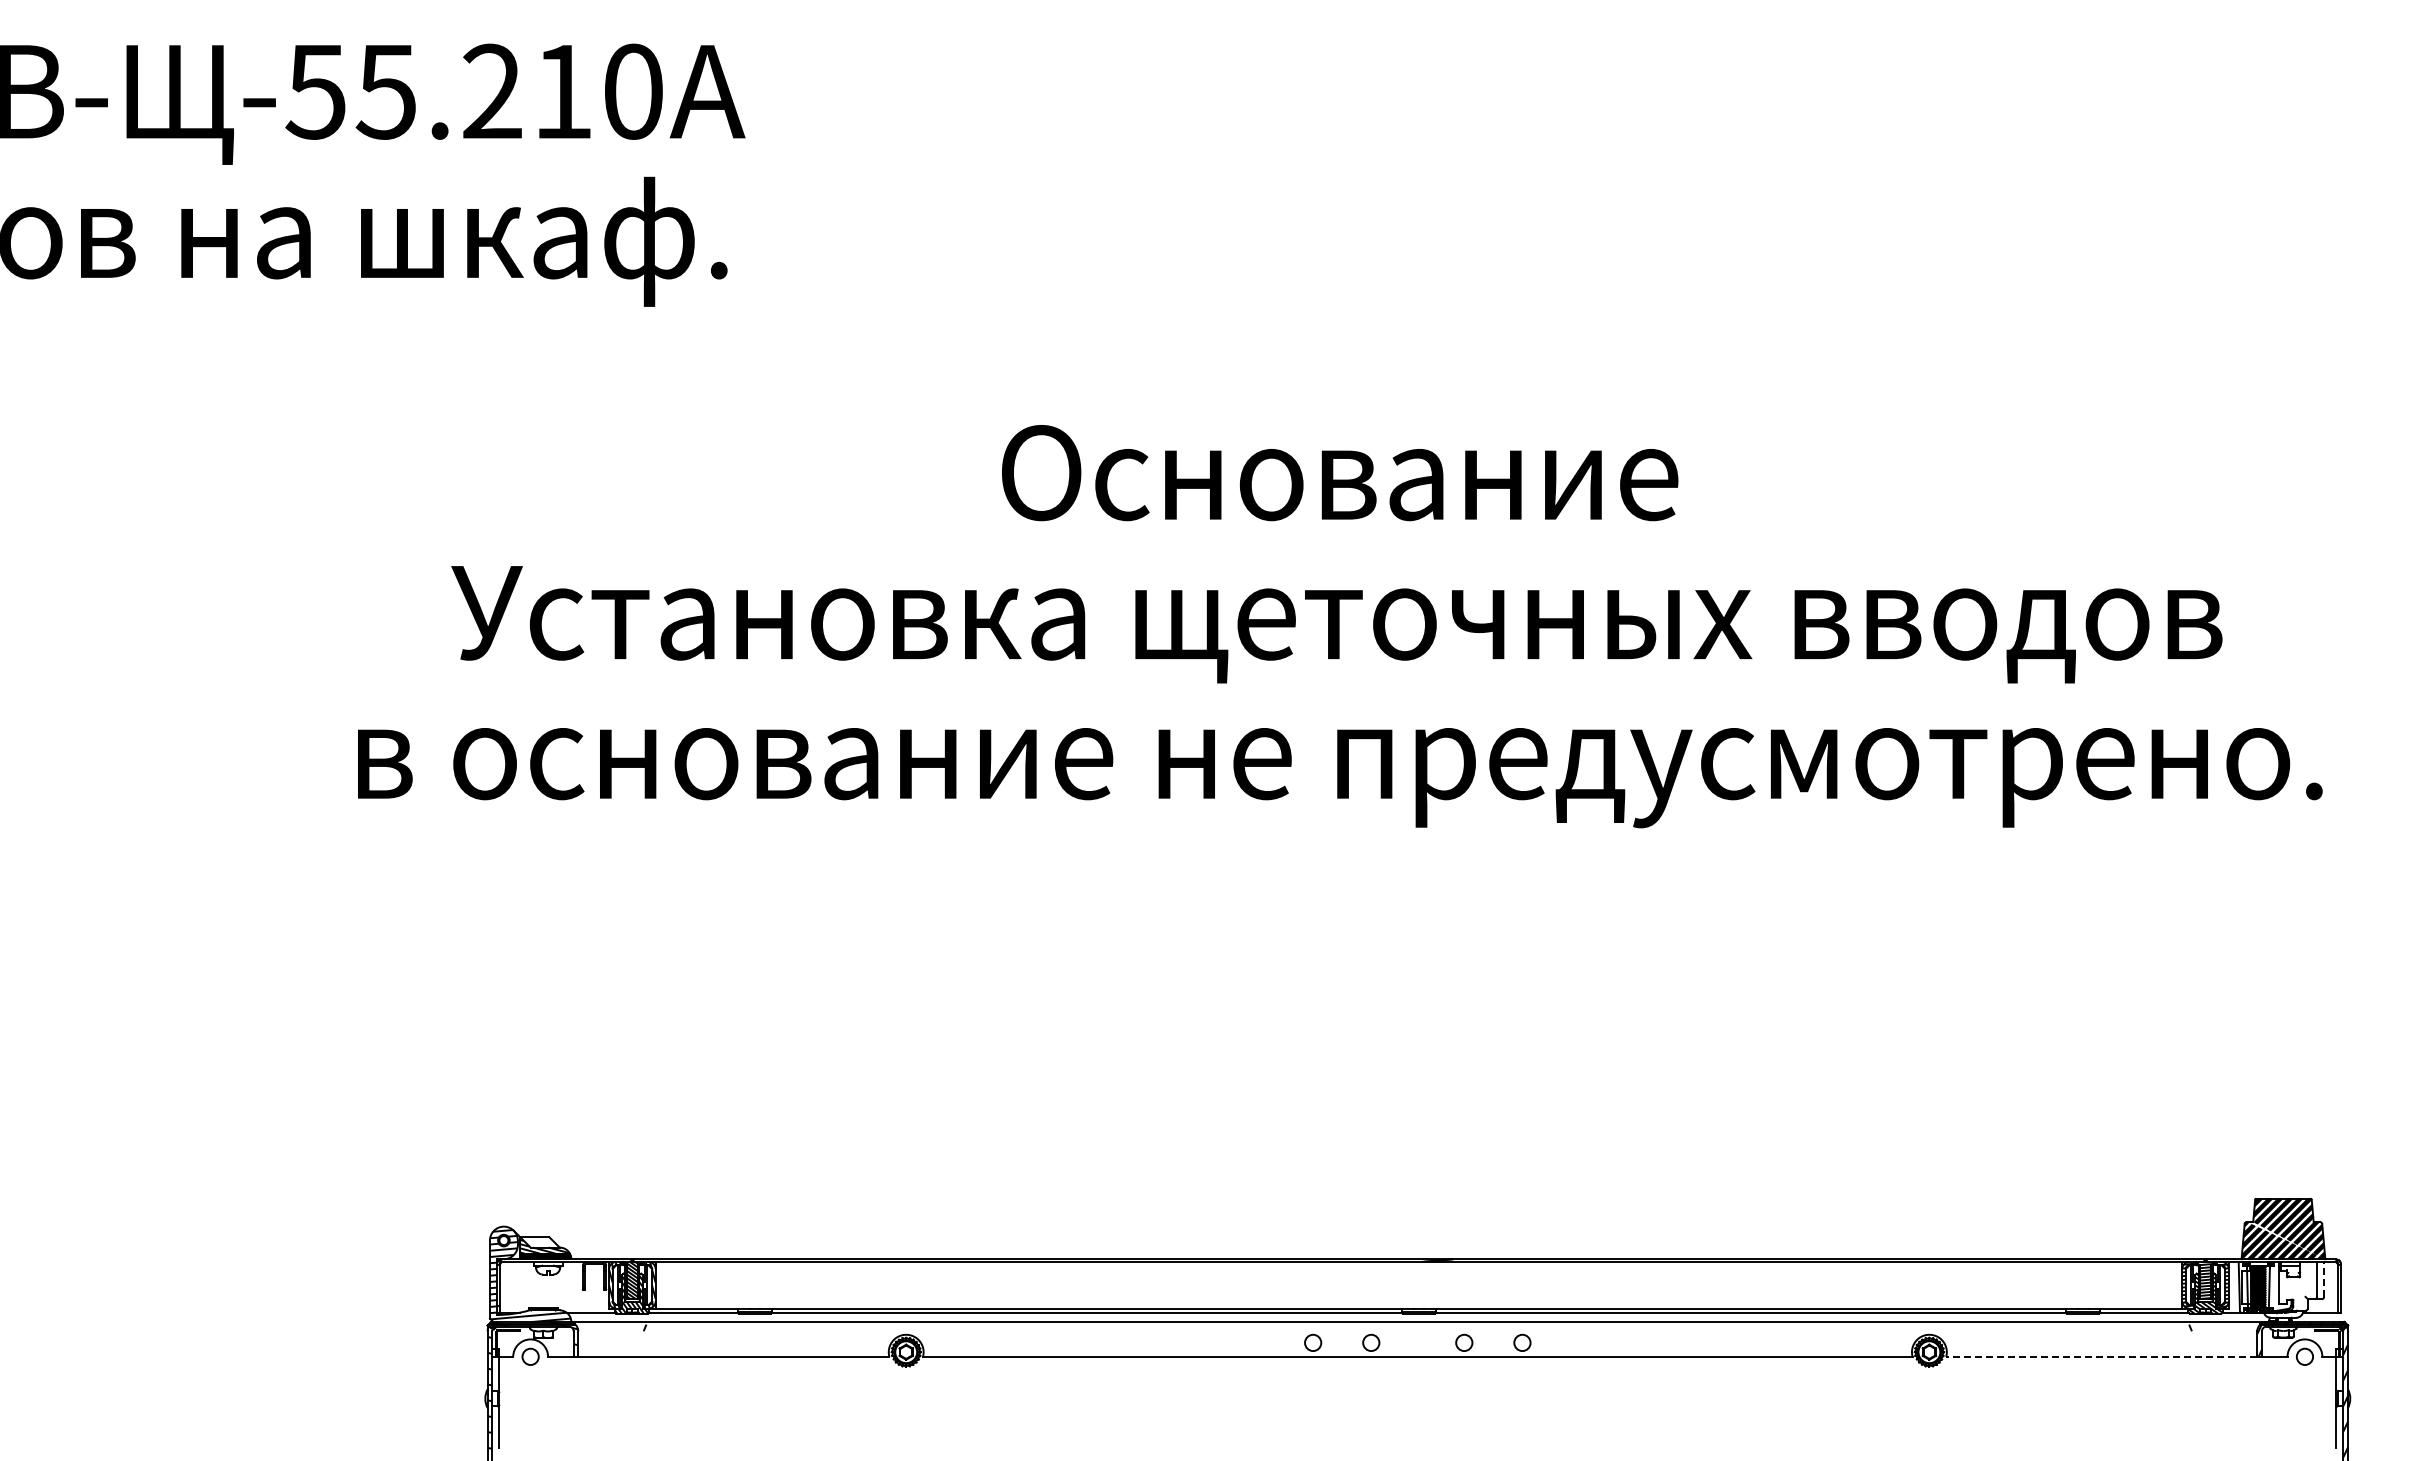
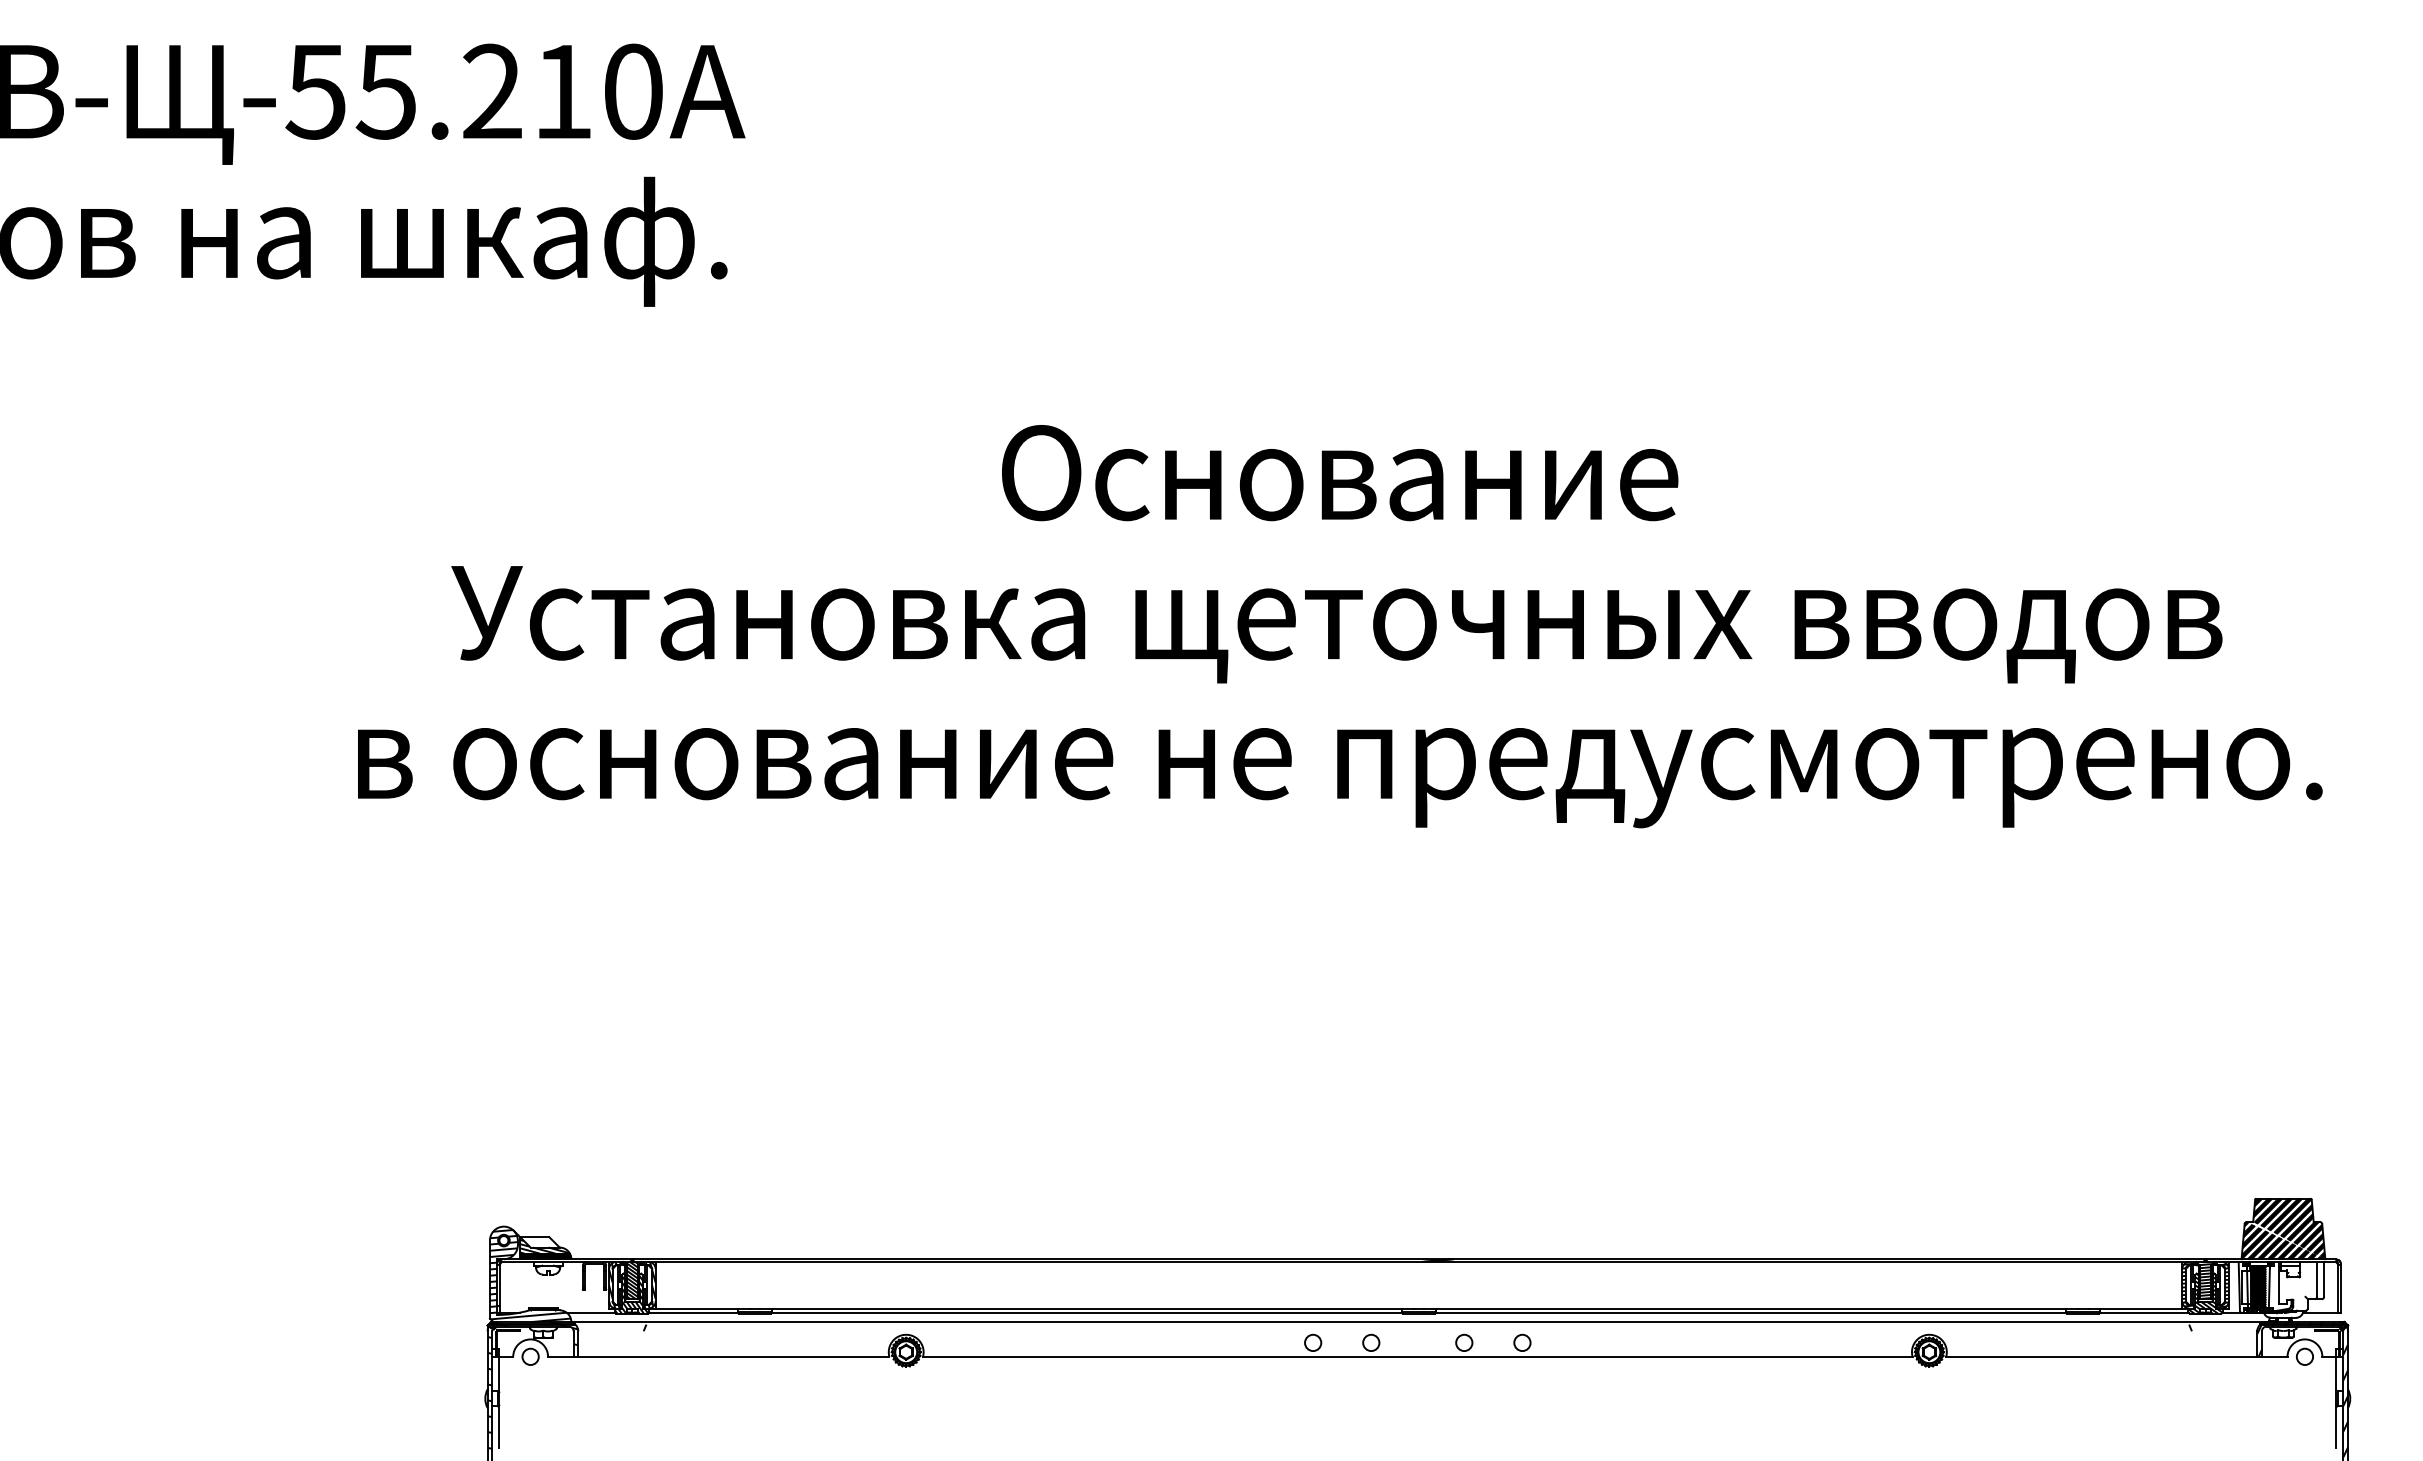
line at (2324, 1278): dashed -> solid
line at (2101, 1356): dashed -> solid
